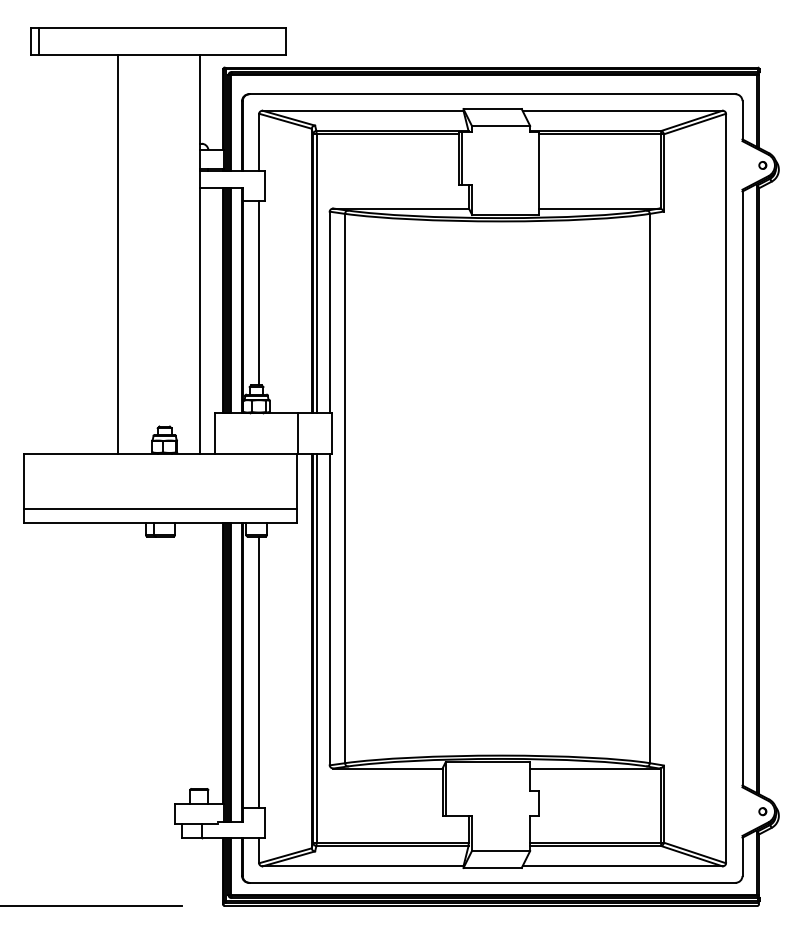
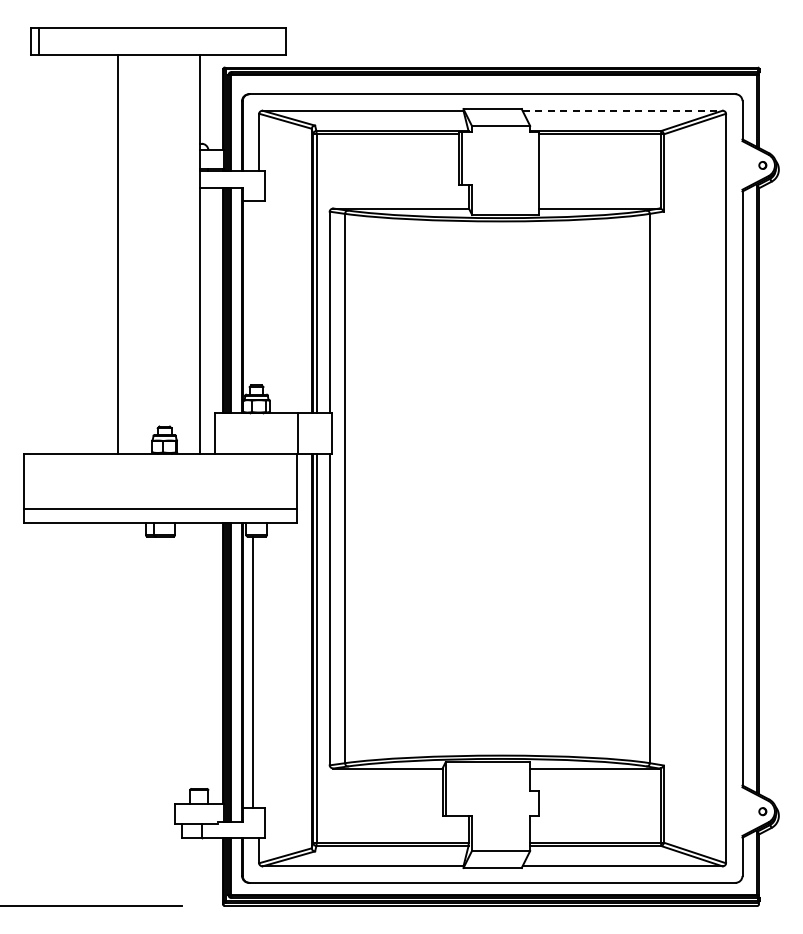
line at (623, 110): solid -> dashed
line at (259, 293): present -> none
line at (259, 672) position: (259, 672) -> (253, 672)
